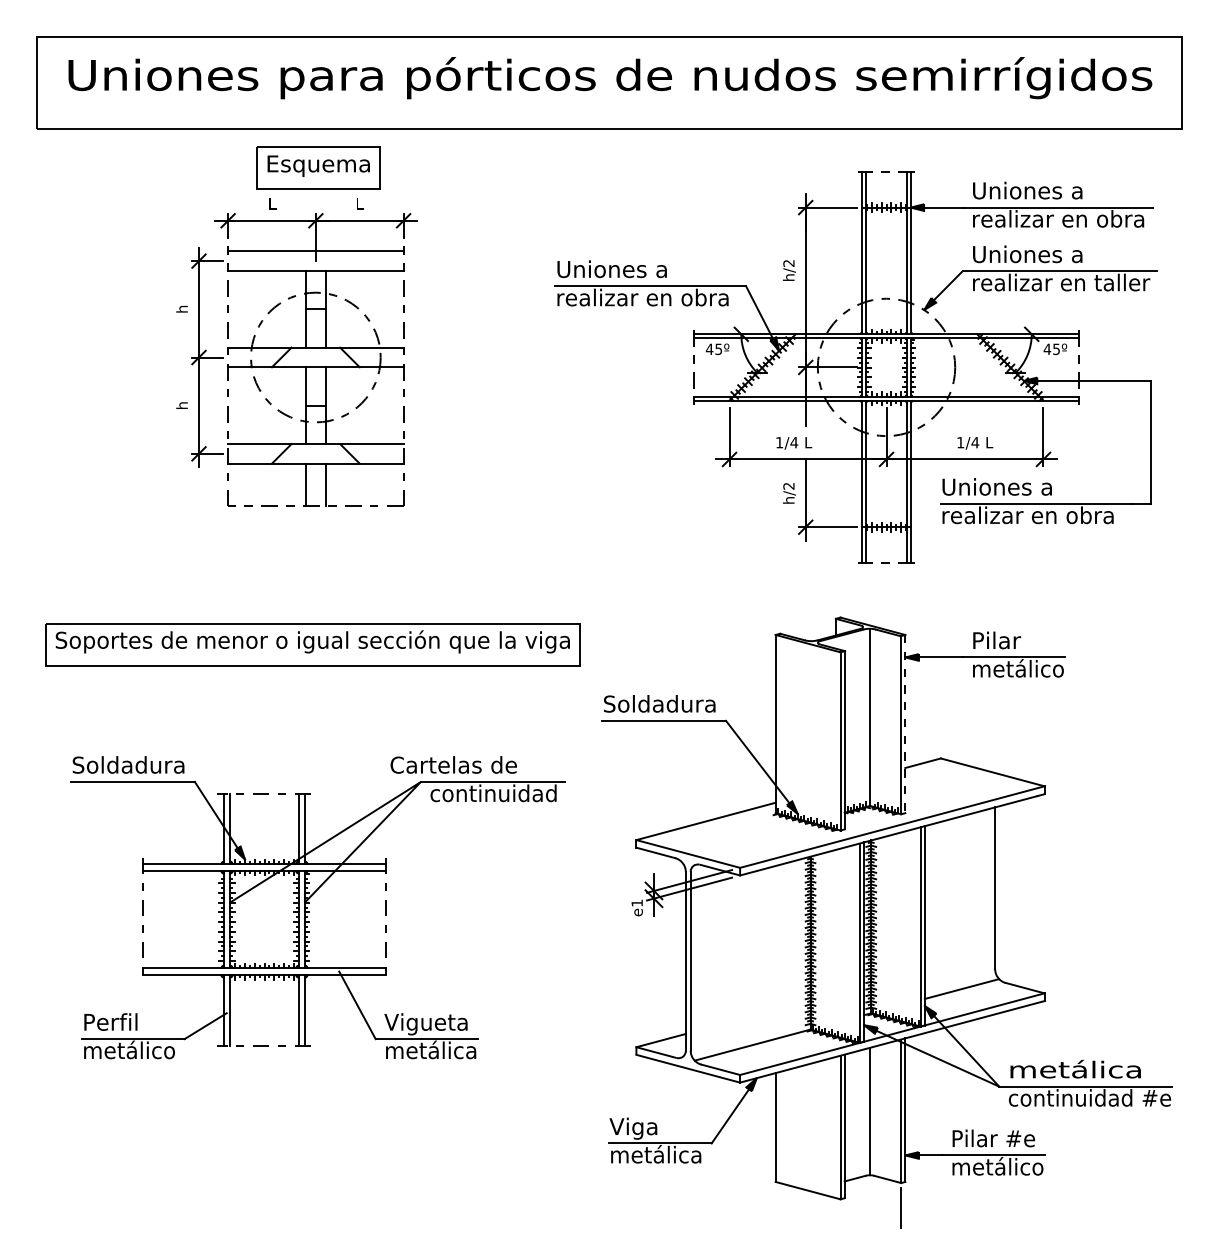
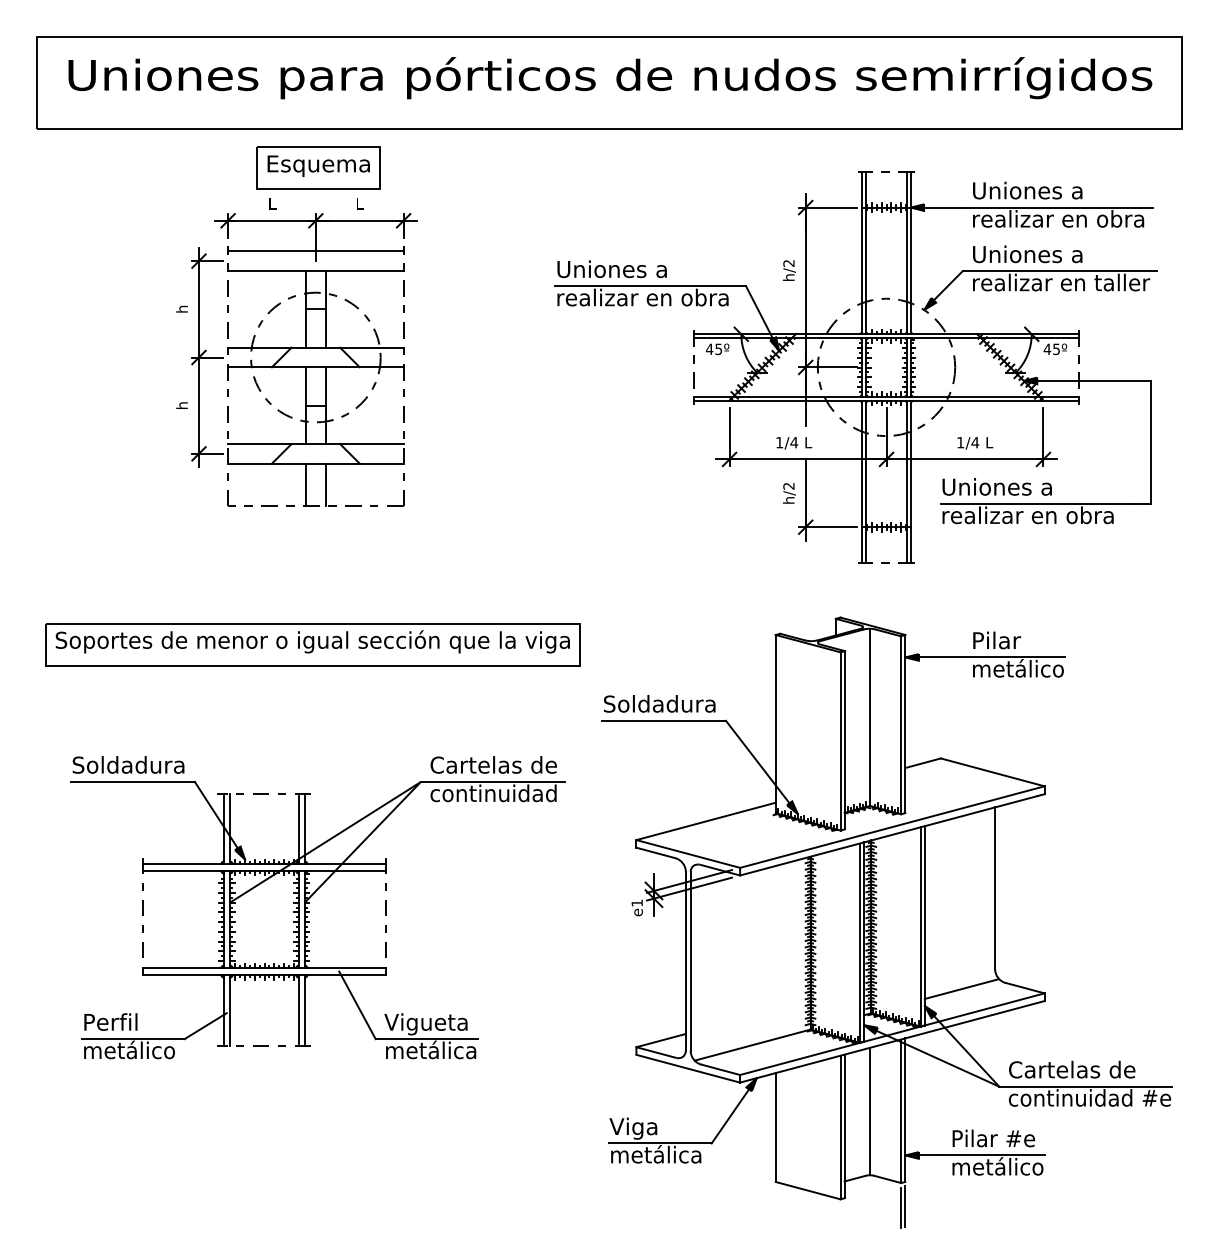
line at (905, 724): dashed -> solid
text at (453, 764) position: (453, 764) -> (493, 764)
text at (1074, 1068): metálica -> Cartelas de
line at (905, 1206): none -> present
